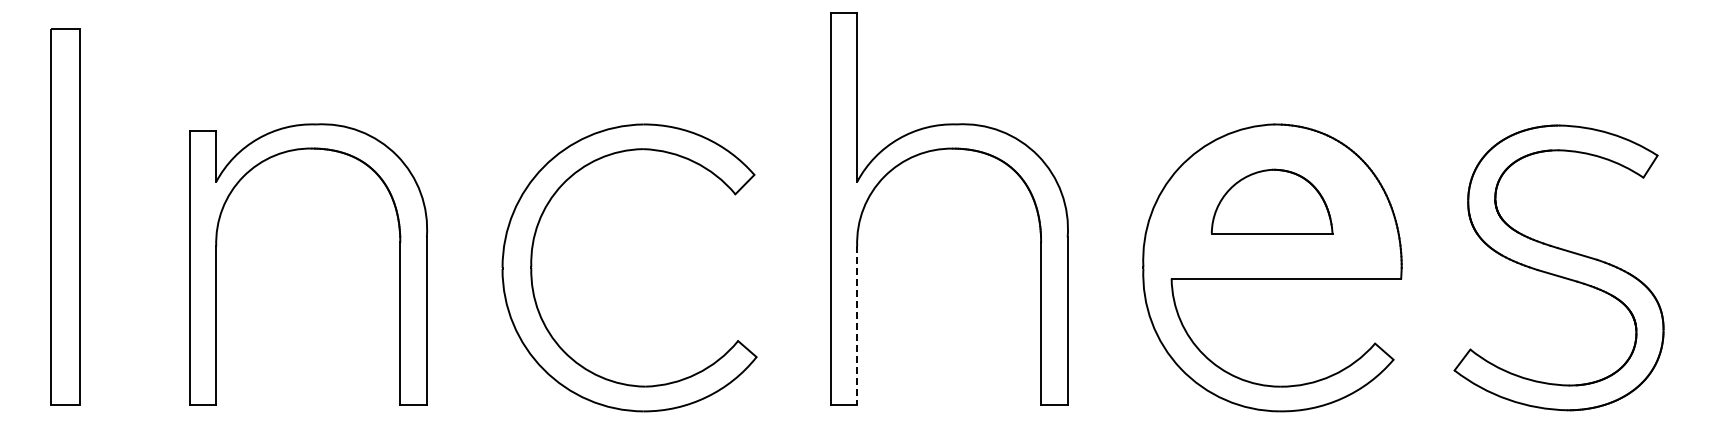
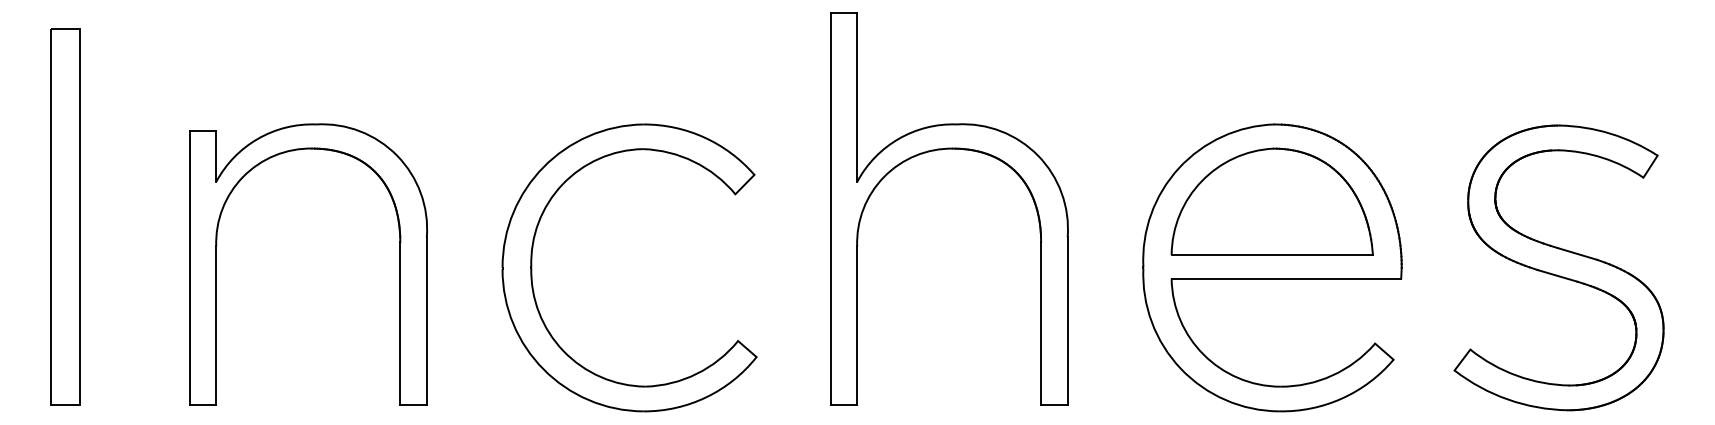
part at (1271, 201) size: 124x67 px -> 204x109 px
line at (857, 326): dashed -> solid
